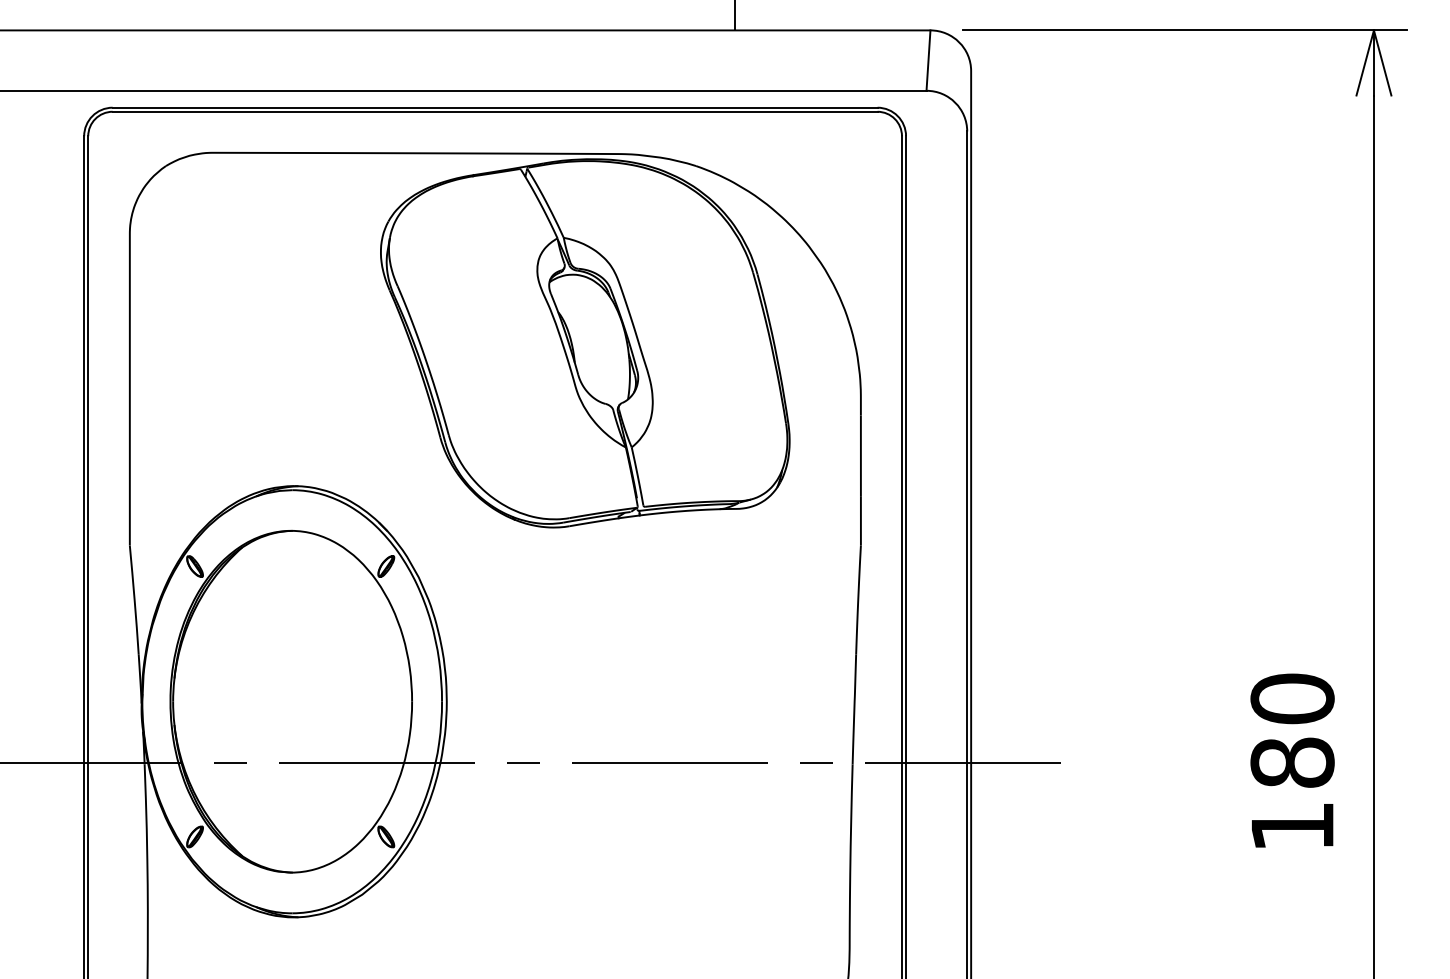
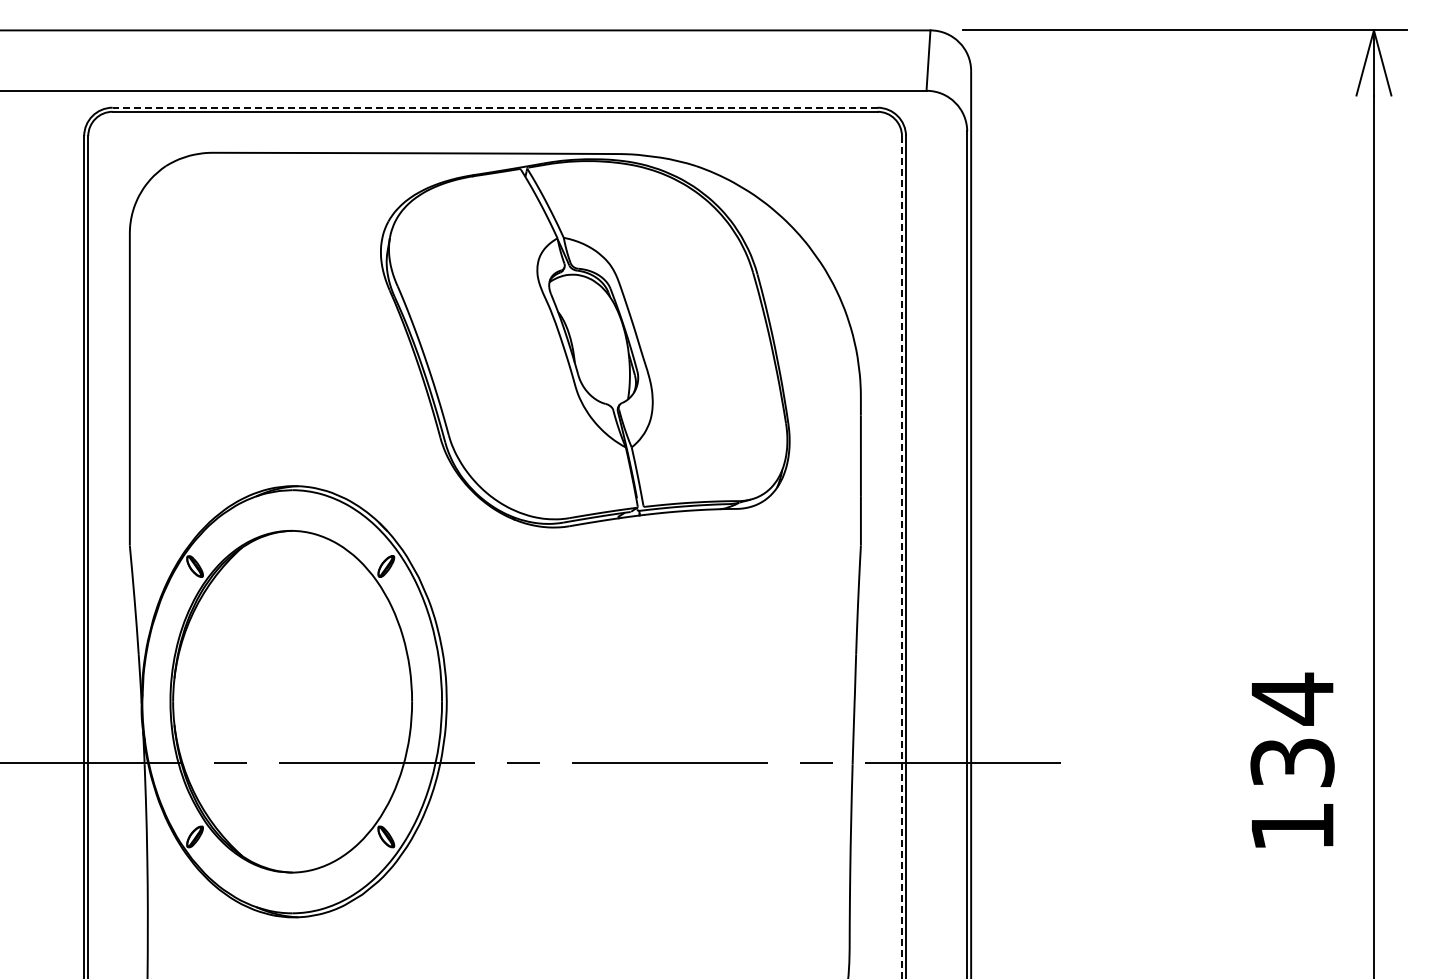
line at (735, 16): present -> none
line at (494, 107): solid -> dashed
line at (901, 558): solid -> dashed
text at (1292, 729): 180 -> 134
